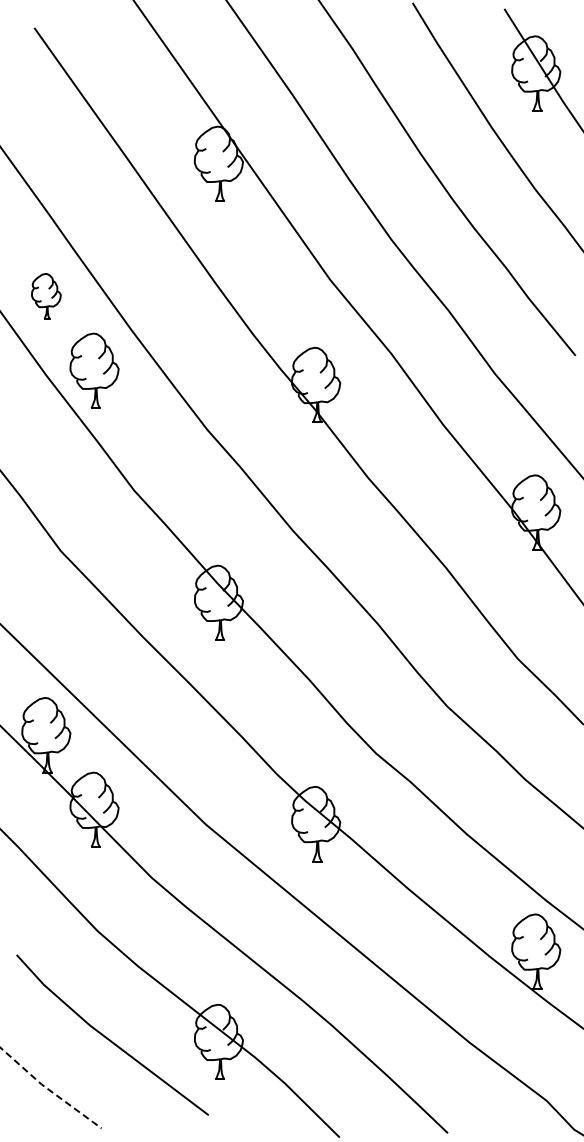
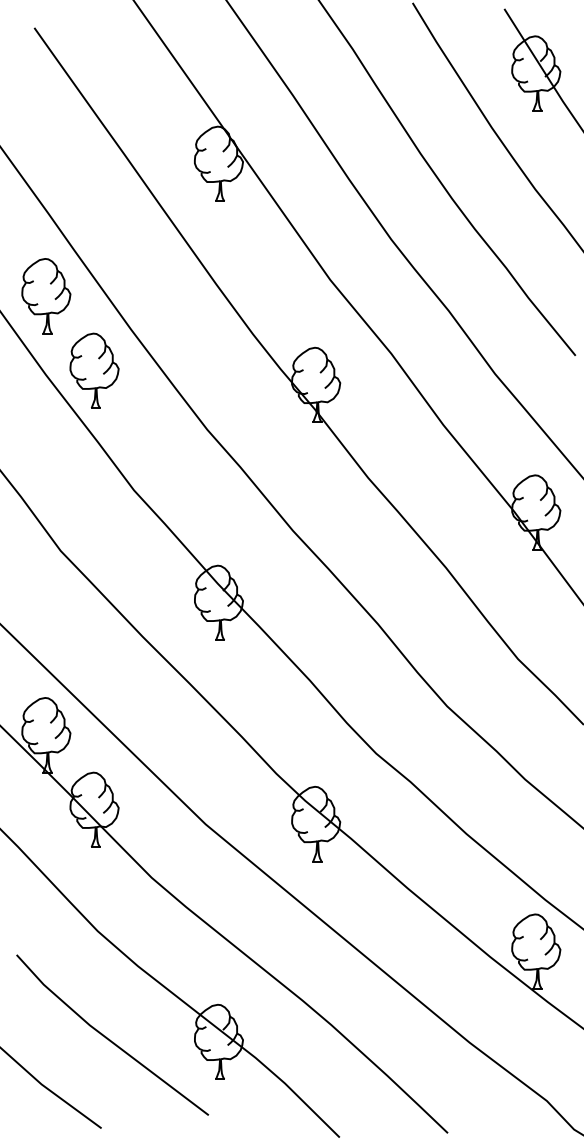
part at (46, 296) size: 31x47 px -> 51x77 px
line at (48, 1089): dashed -> solid
